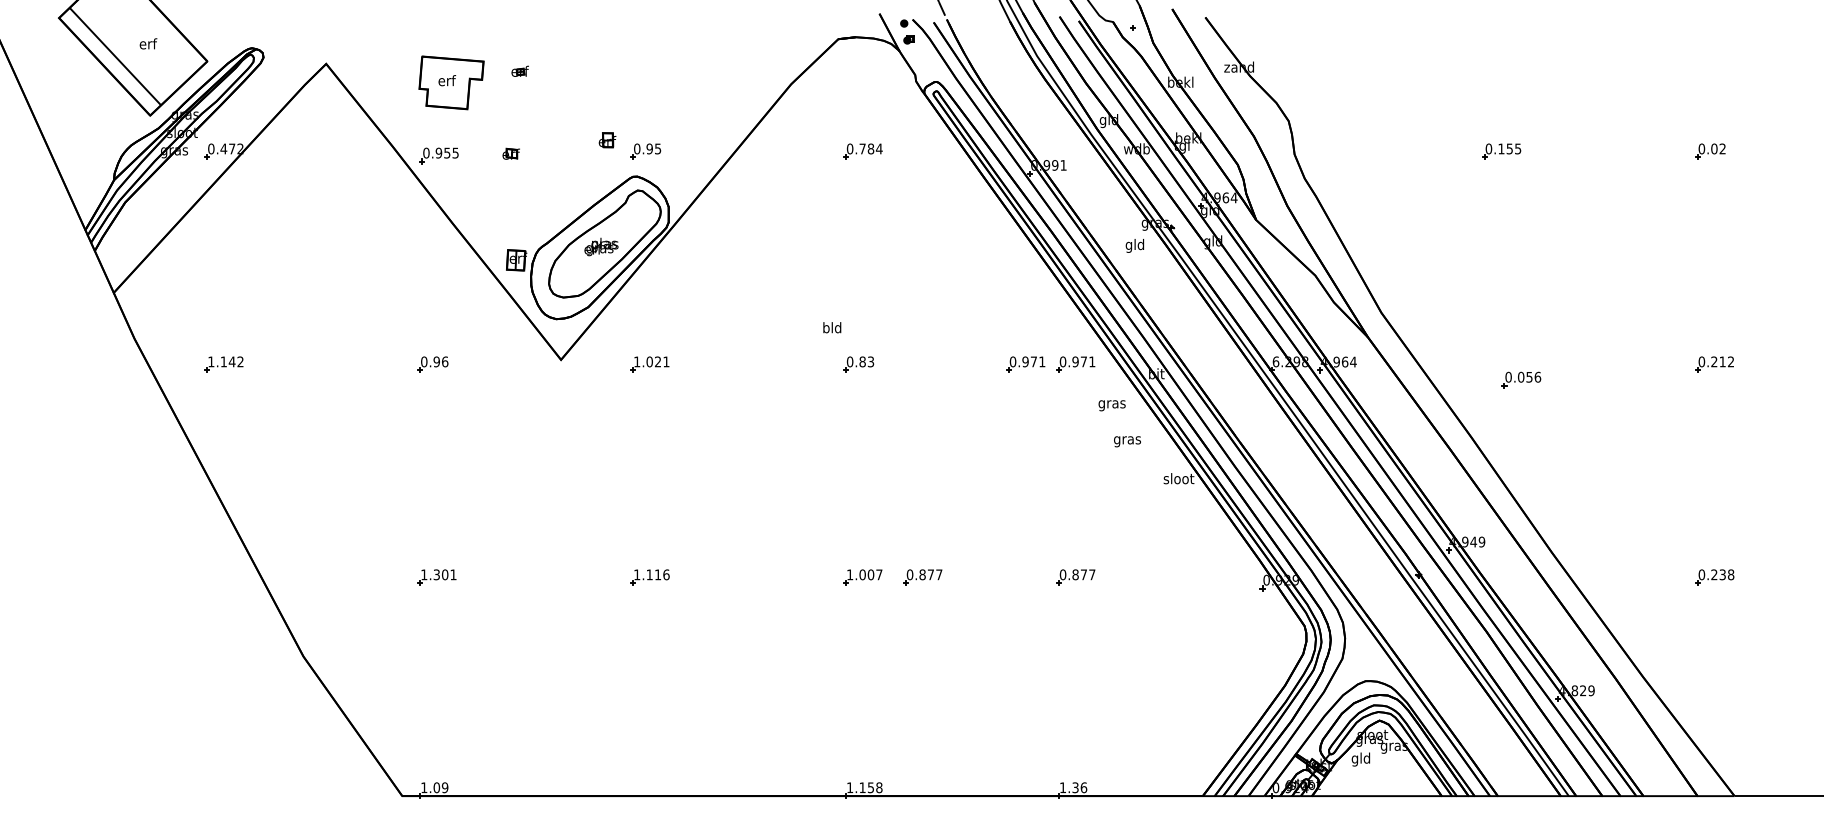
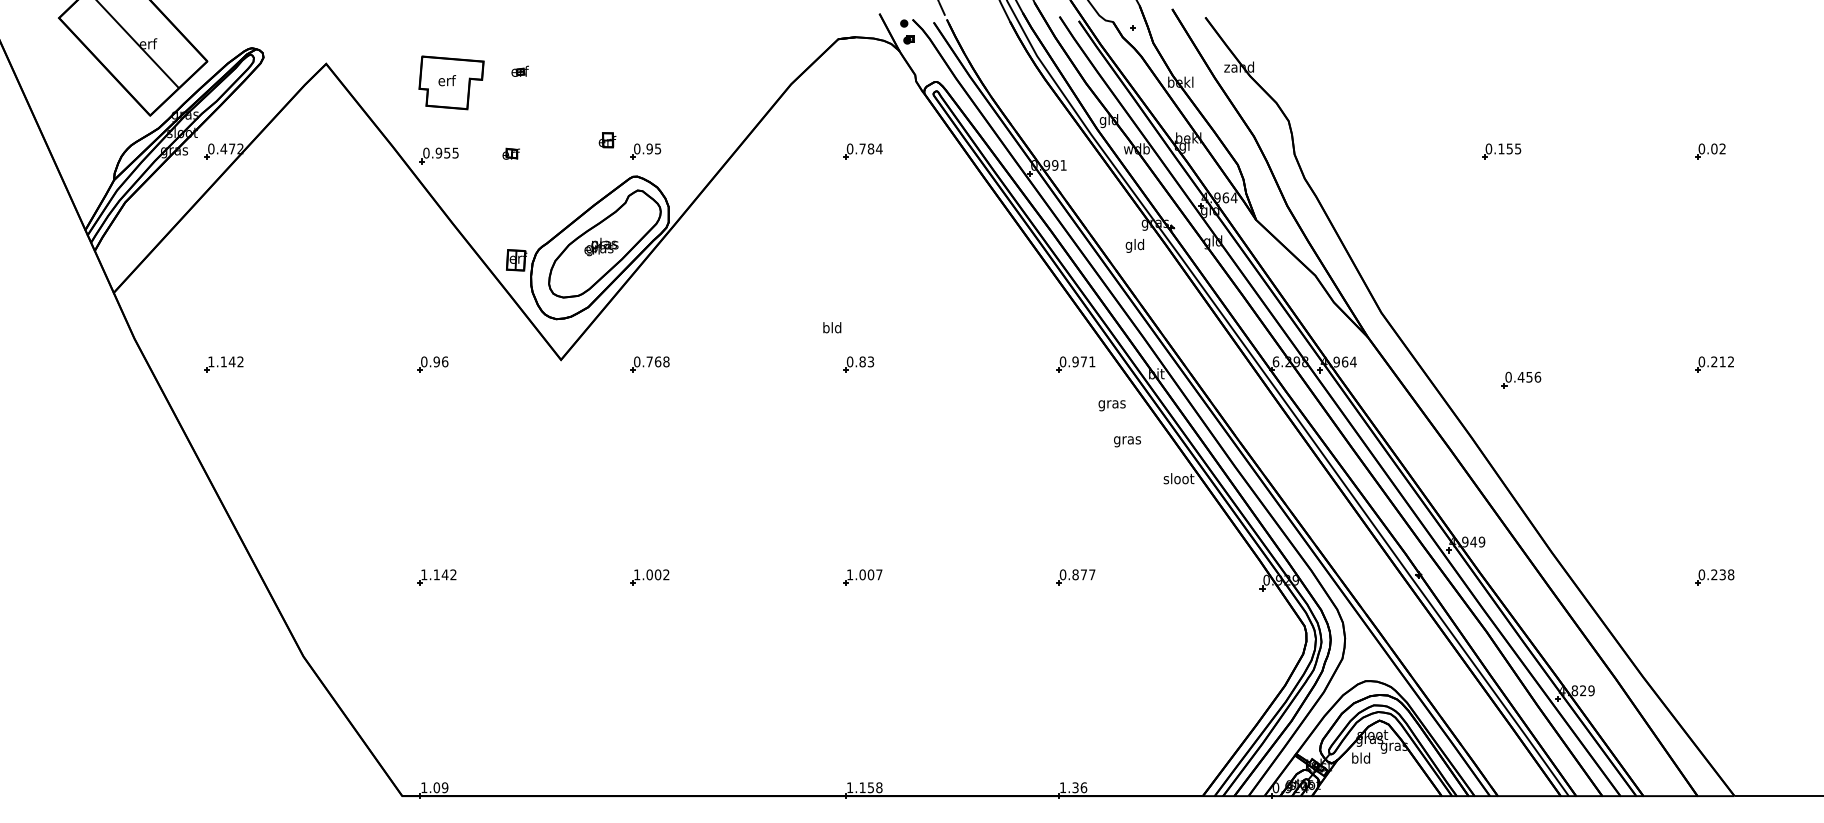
line at (115, 56) position: (115, 56) -> (138, 44)
text at (651, 361): 1.021 -> 0.768
part at (1025, 364): present -> none
text at (1520, 376): 0.056 -> 0.456
text at (444, 574): 1.301 -> 1.142
text at (657, 574): 1.116 -> 1.002
part at (922, 577): present -> none
text at (1354, 759): gld -> bld
